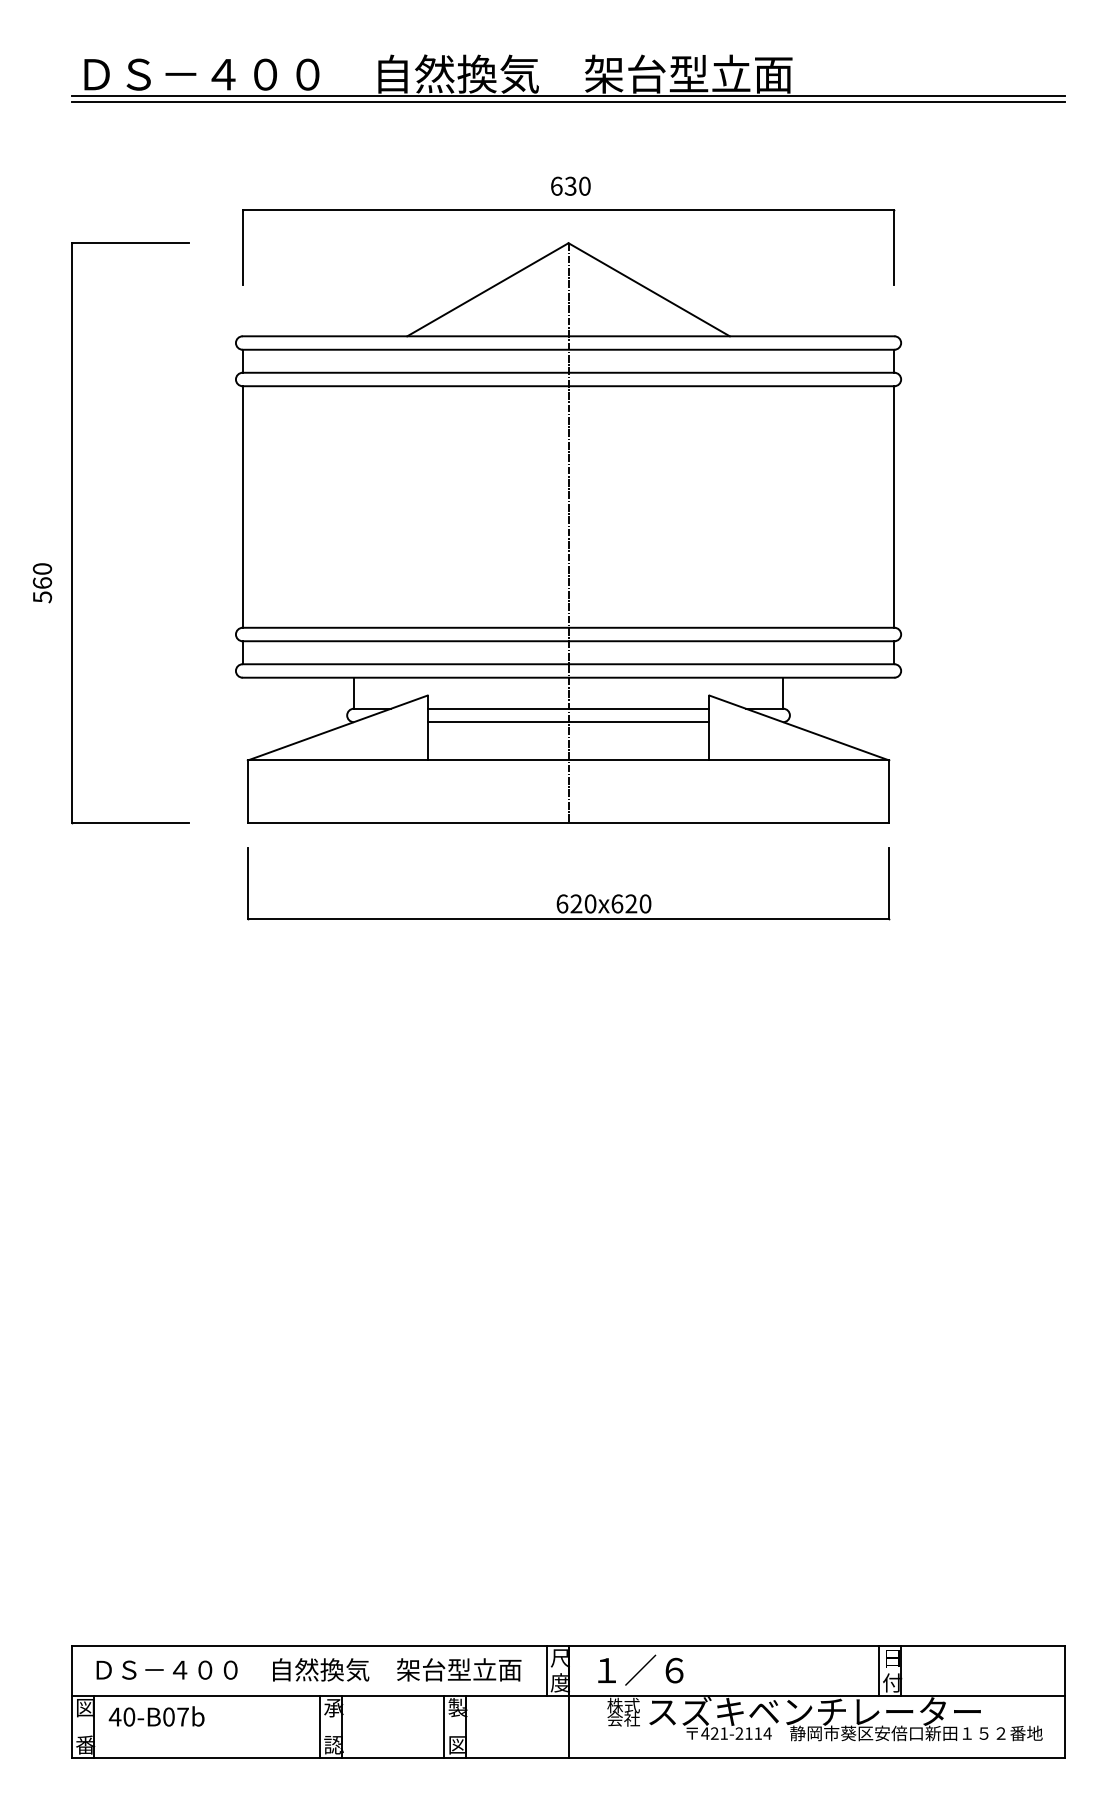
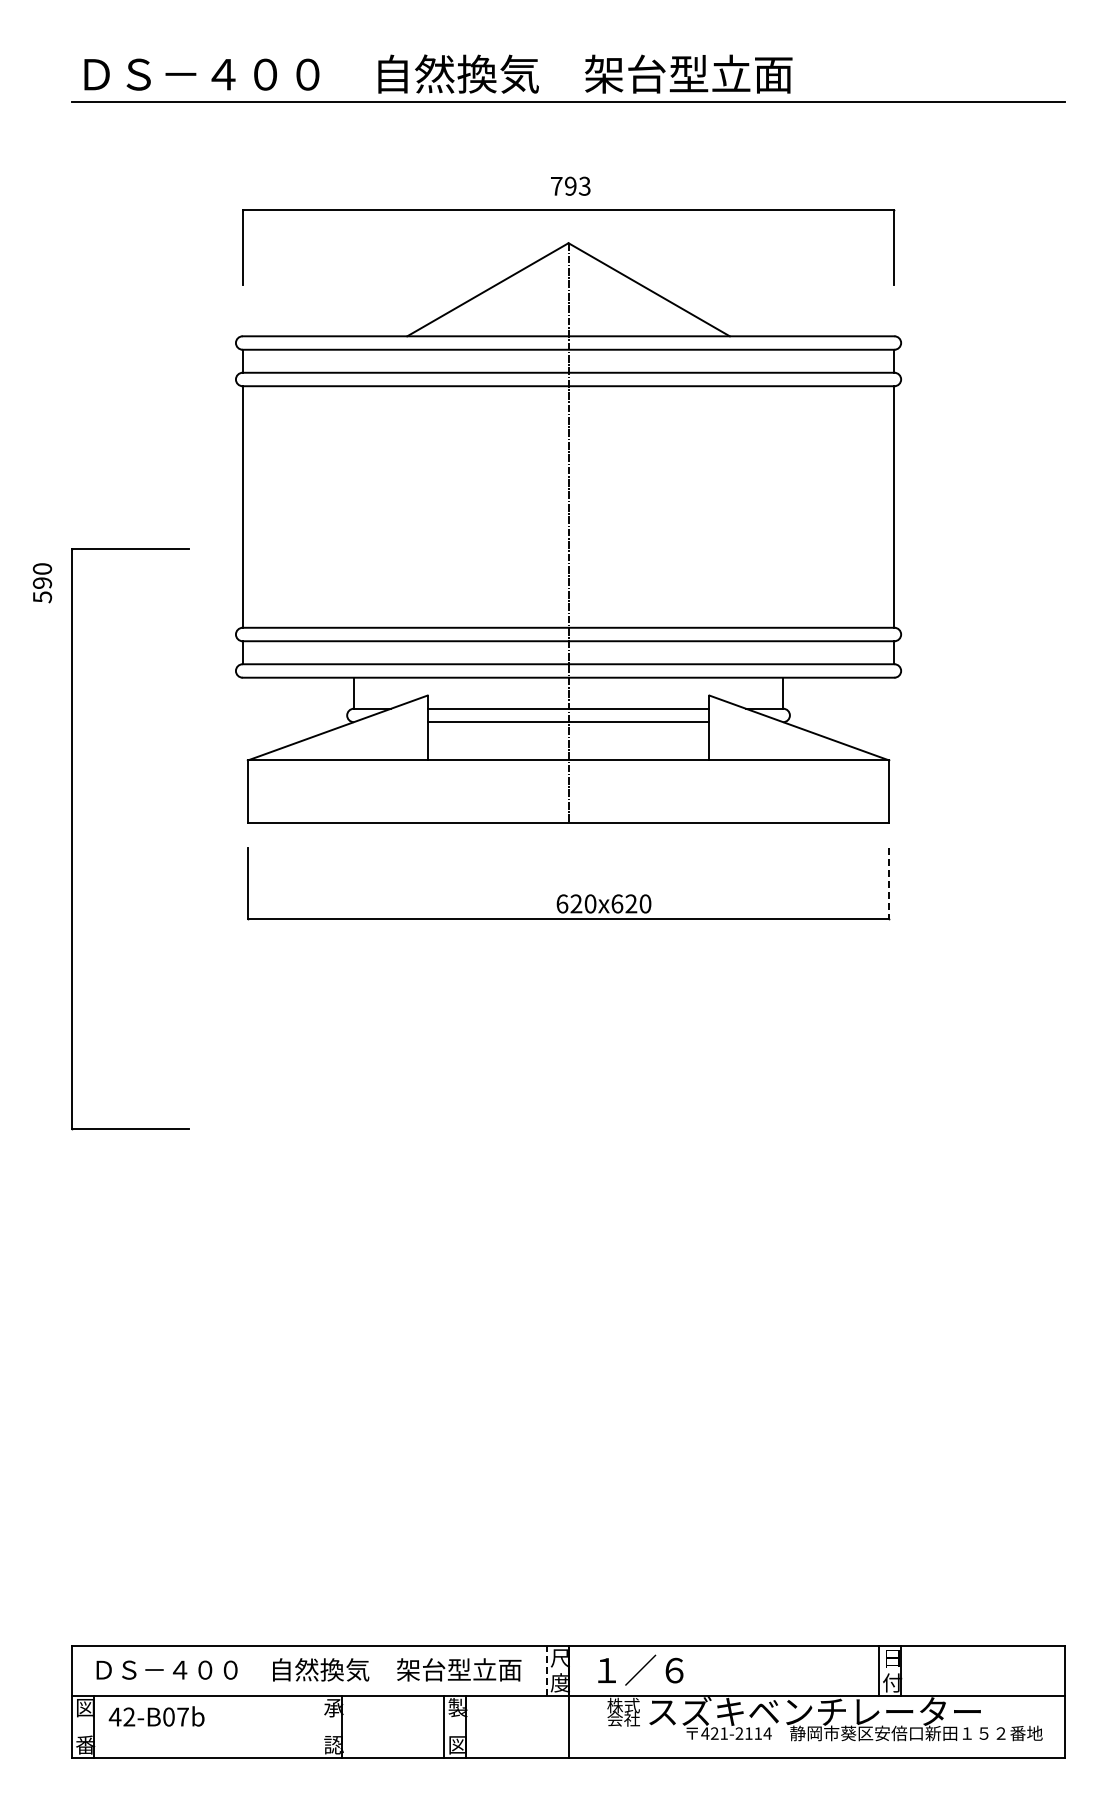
line at (568, 95): present -> none
text at (570, 185): 630 -> 793
part at (72, 533) position: (72, 533) -> (72, 839)
text at (42, 582): 560 -> 590
line at (889, 883): solid -> dashed
line at (546, 1670): solid -> dashed
text at (129, 1716): 40-B07b -> 42-B07b
line at (320, 1726): present -> none
